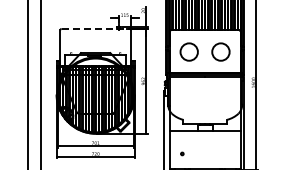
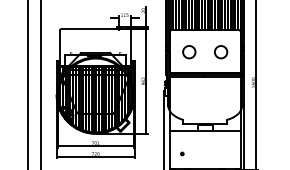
line at (96, 28): dashed -> solid
circle at (188, 51) size: 20x20 px -> 15x15 px
circle at (220, 51) size: 20x20 px -> 15x15 px
